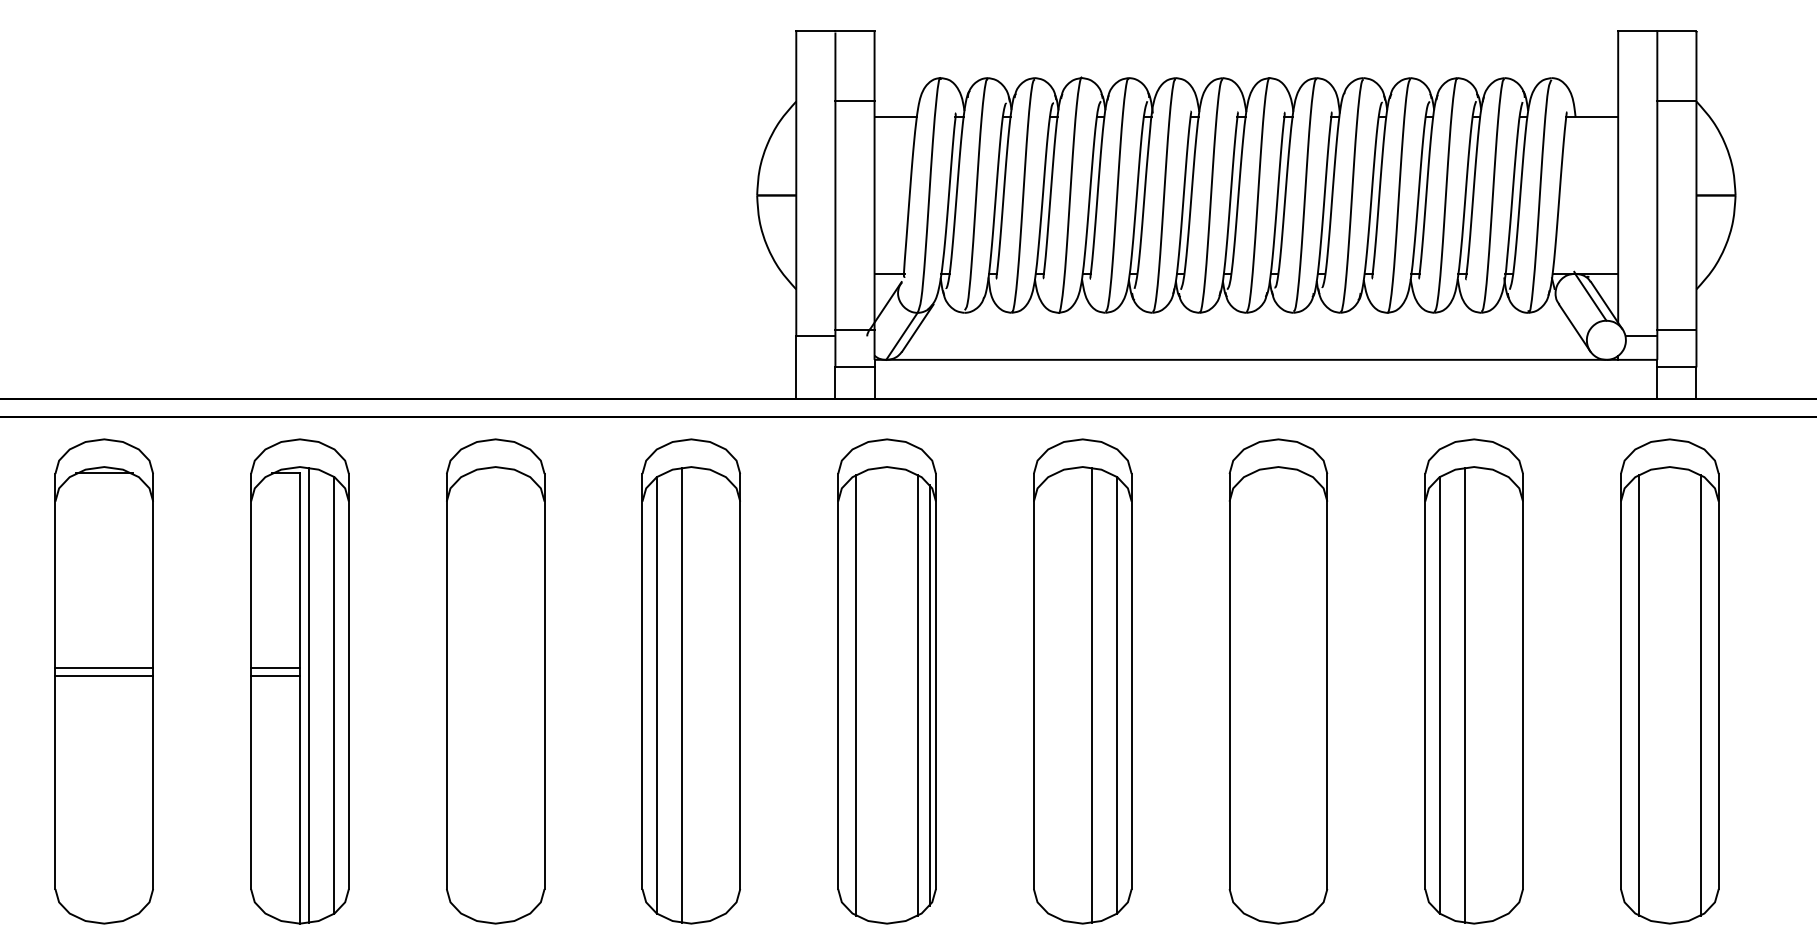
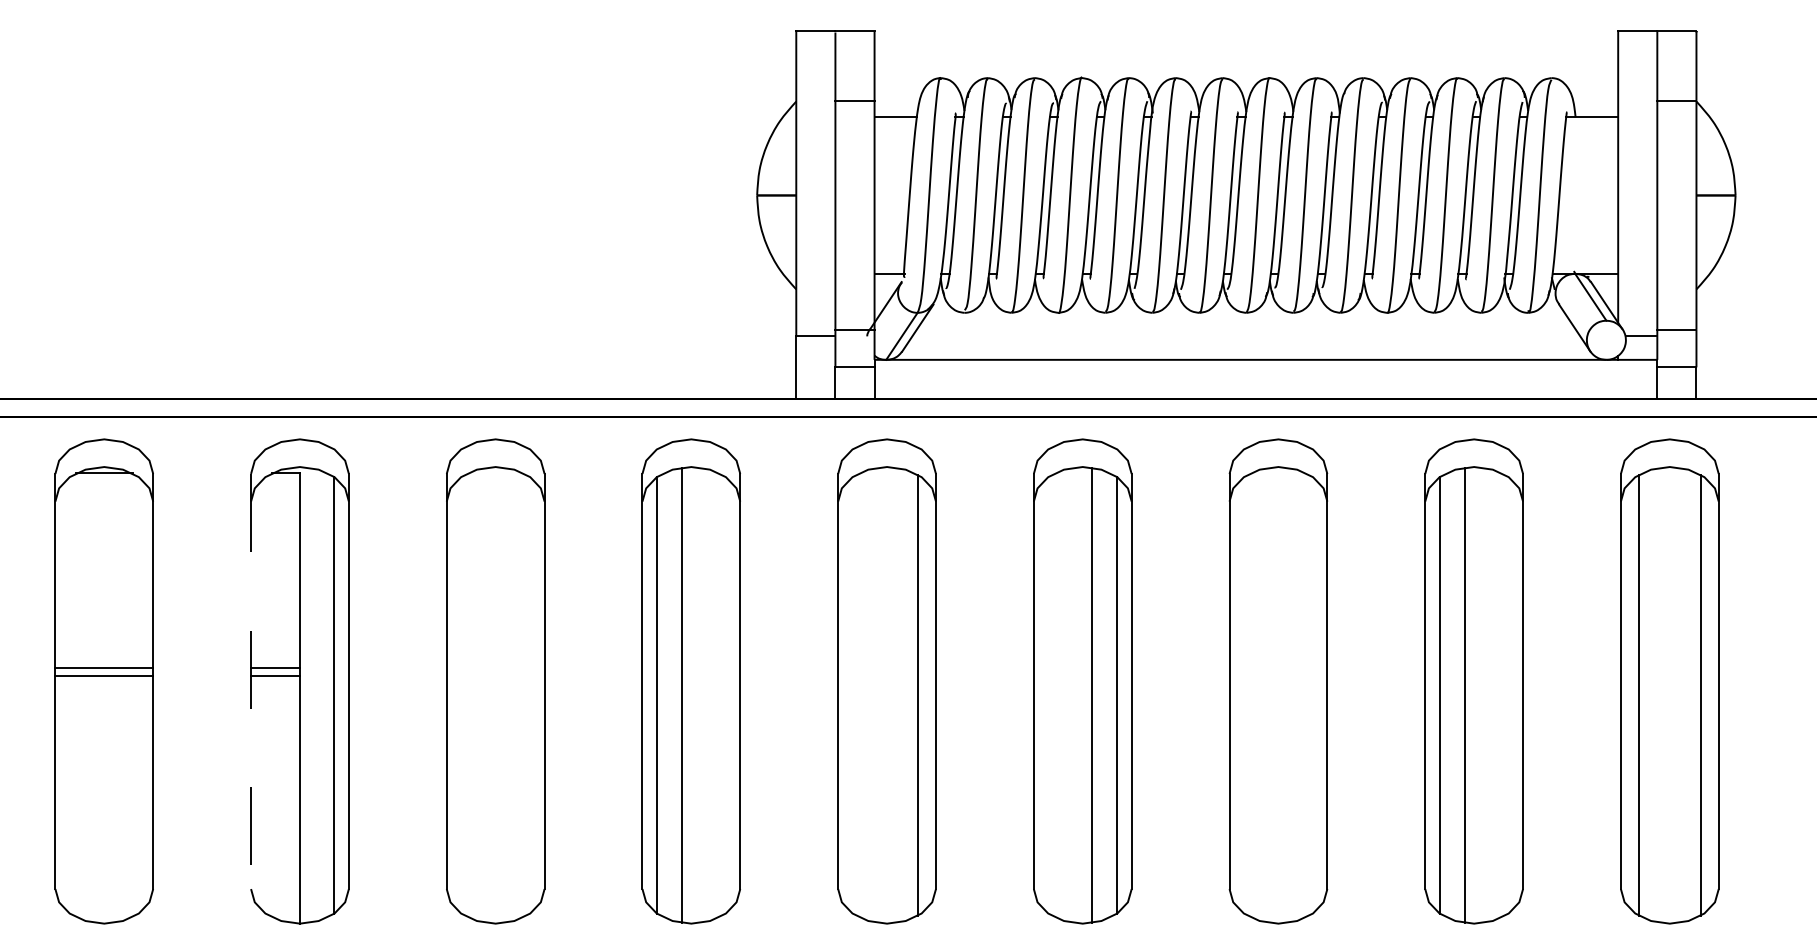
line at (251, 681): solid -> dashed
line at (309, 695): present -> none
line at (855, 695): present -> none
line at (930, 695): present -> none
